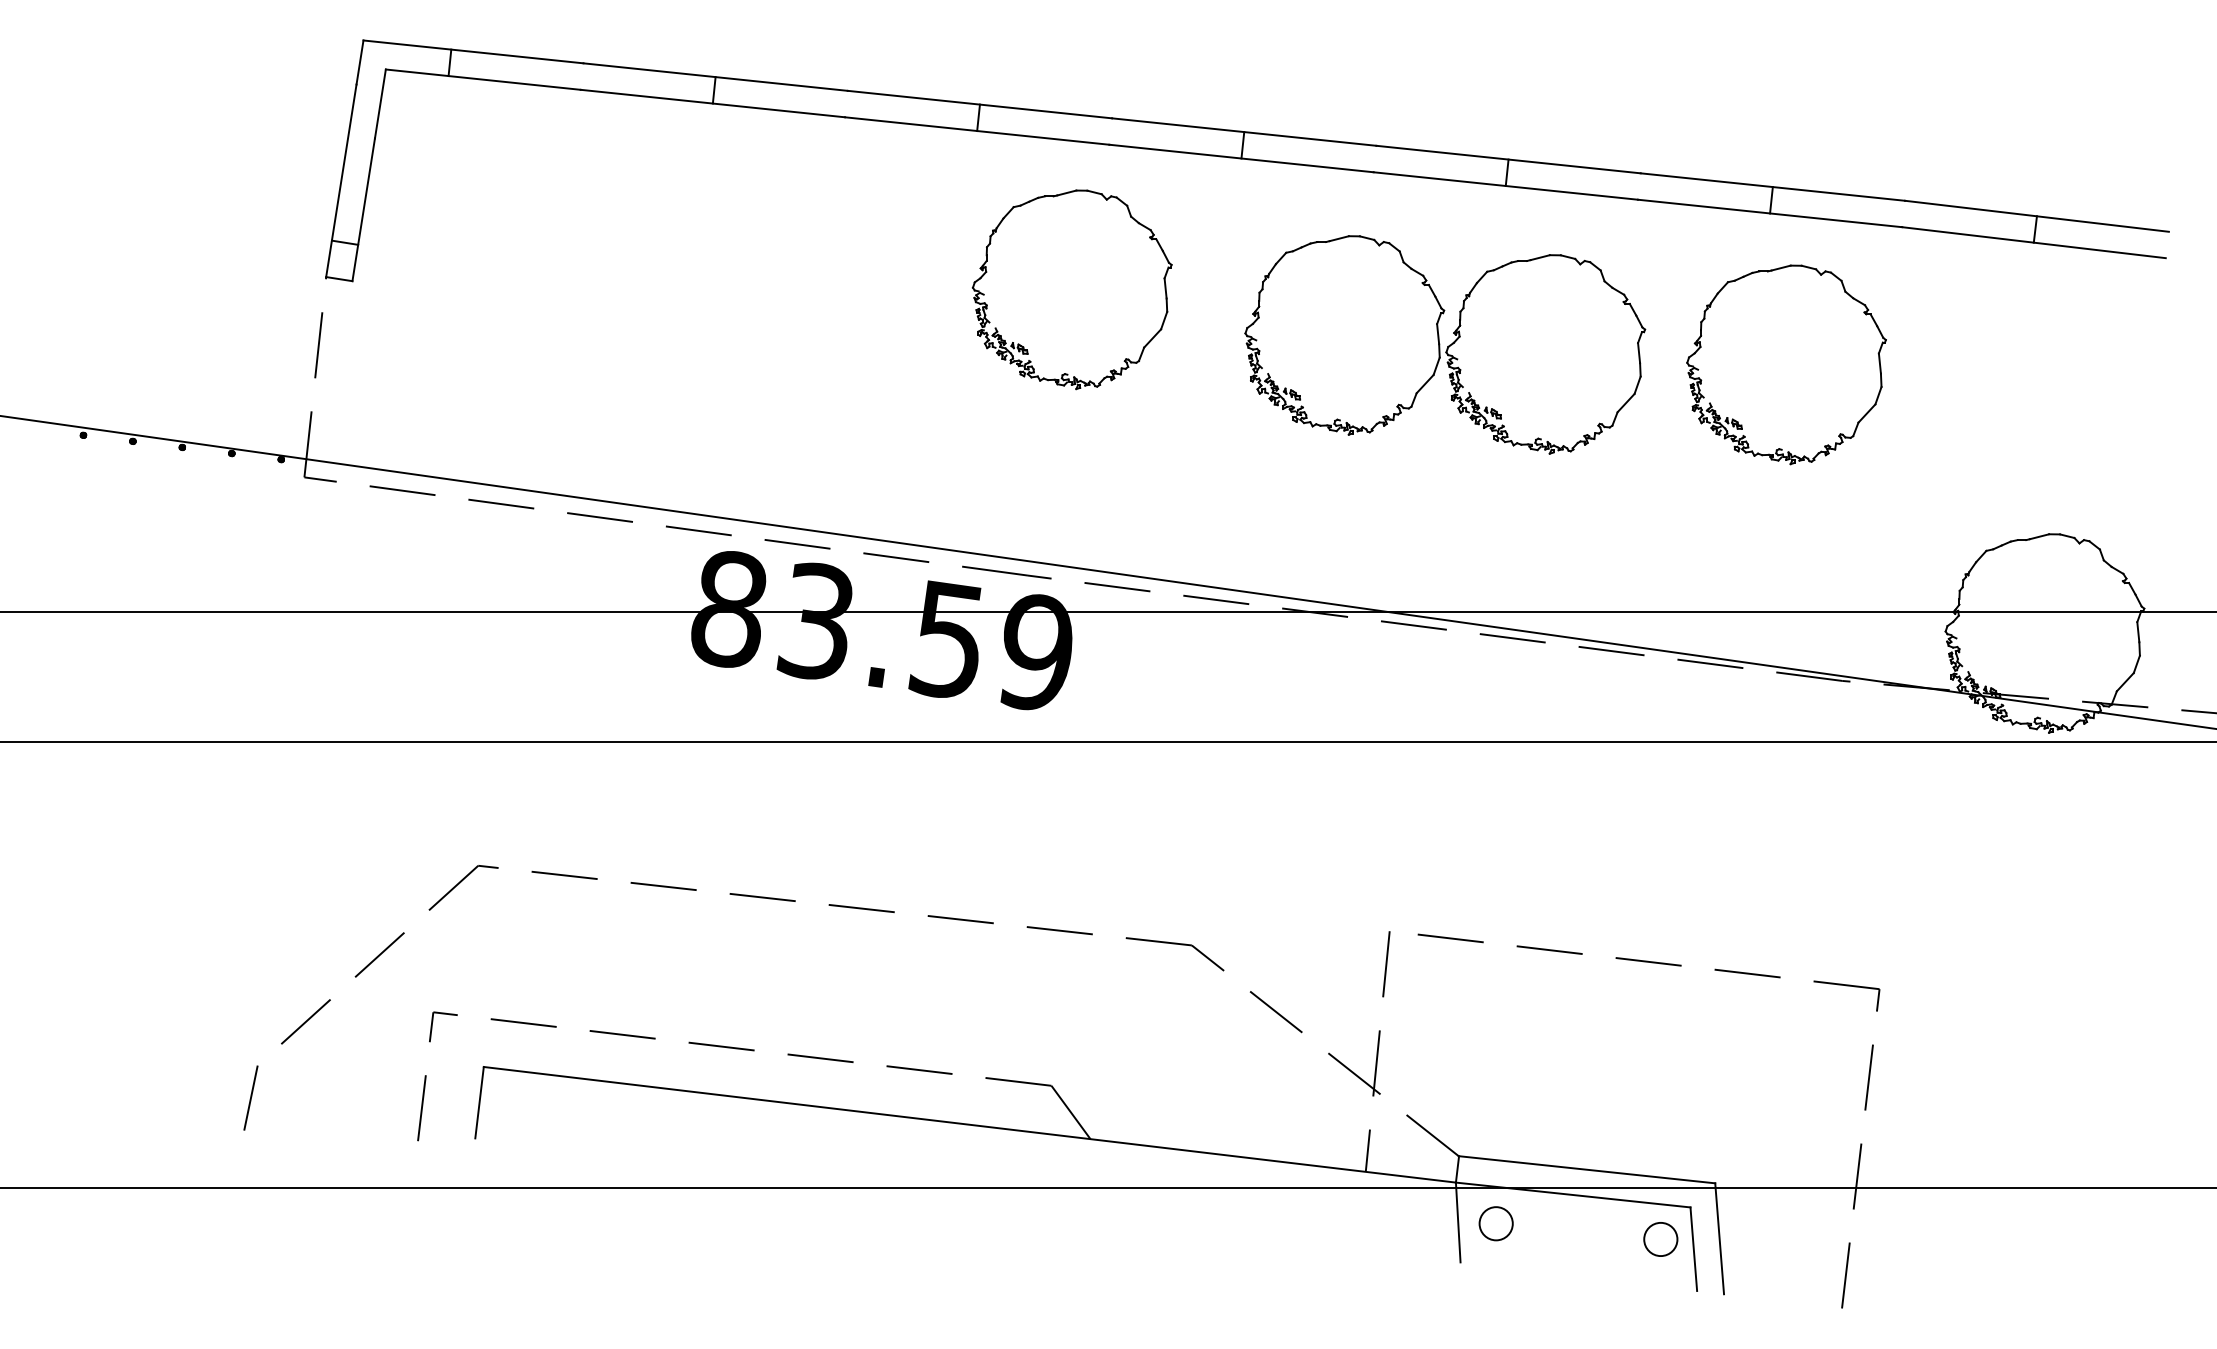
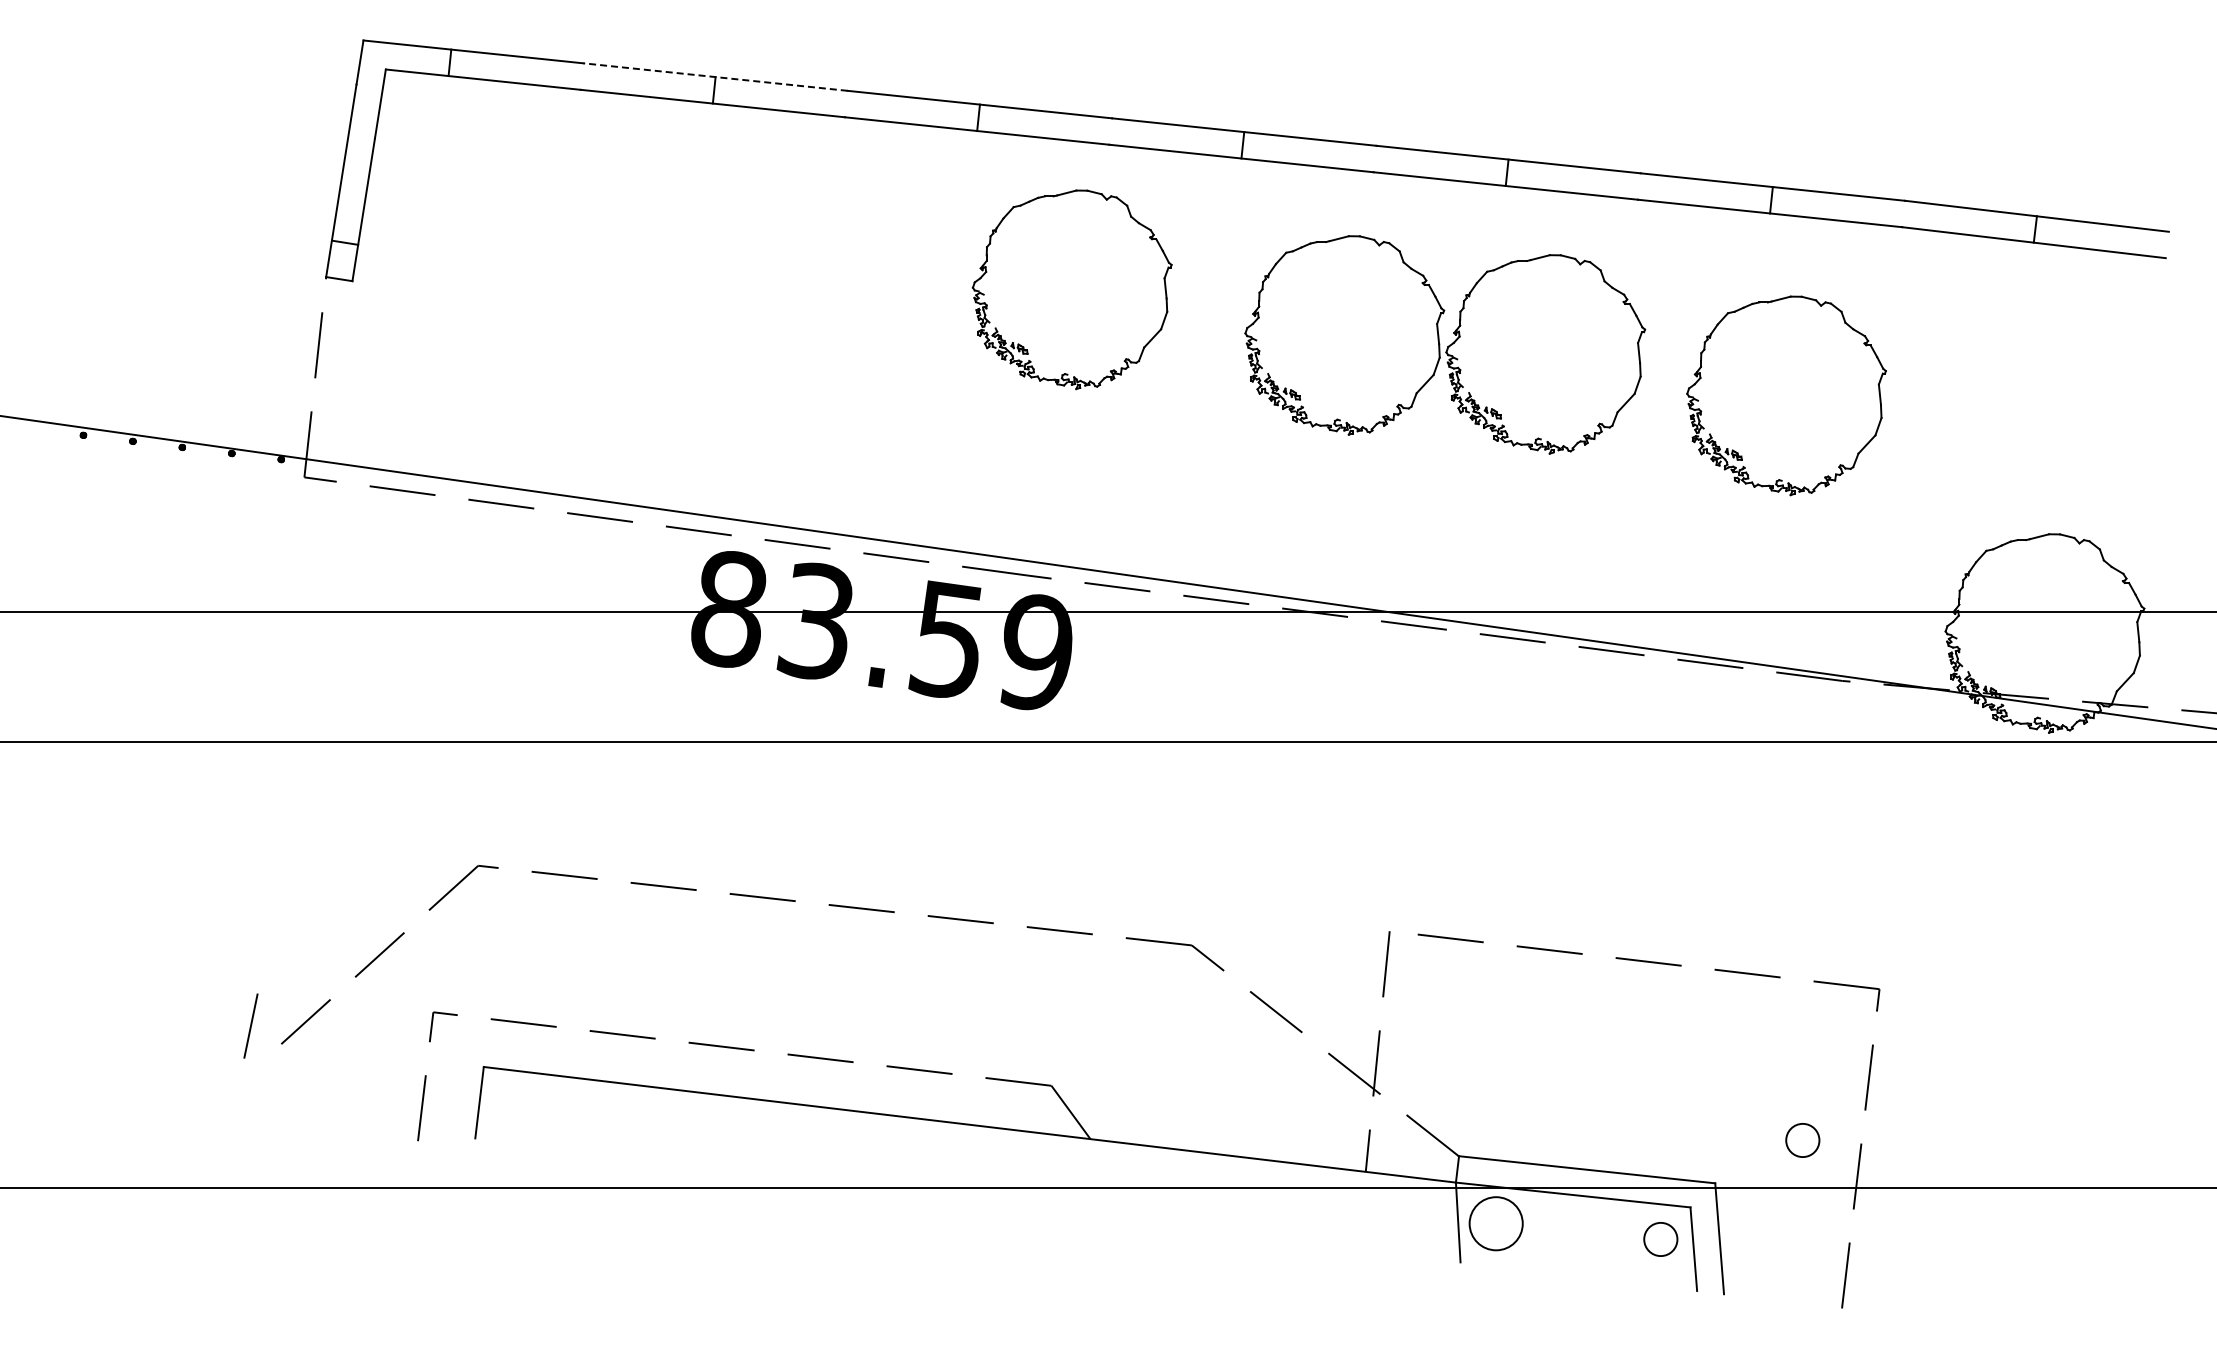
line at (715, 77): solid -> dashed
part at (1742, 424) position: (1742, 424) -> (1742, 455)
line at (250, 1097) position: (250, 1097) -> (250, 1025)
circle at (1802, 1140): none -> present
circle at (1495, 1223) diameter: 33 px -> 53 px
